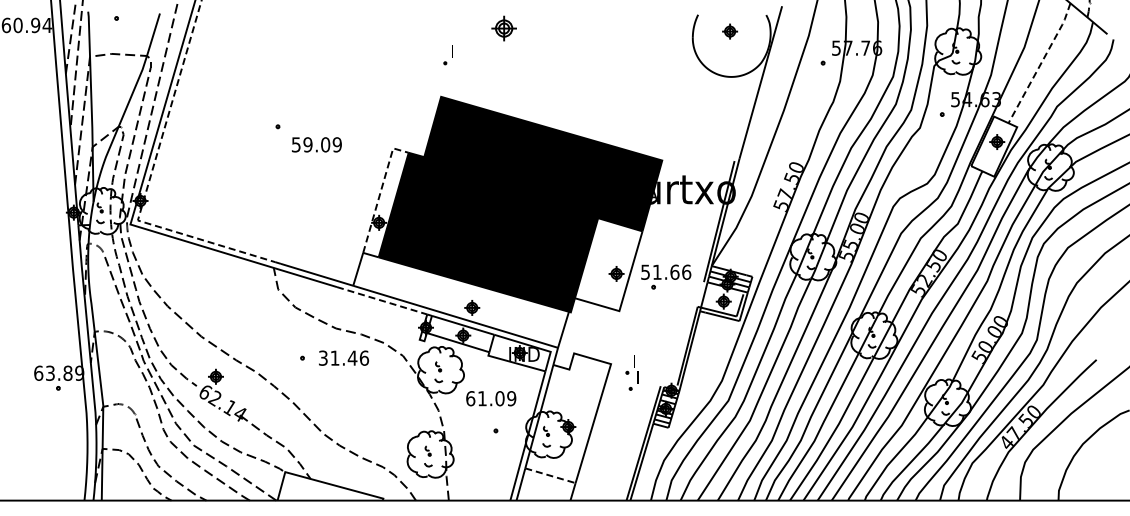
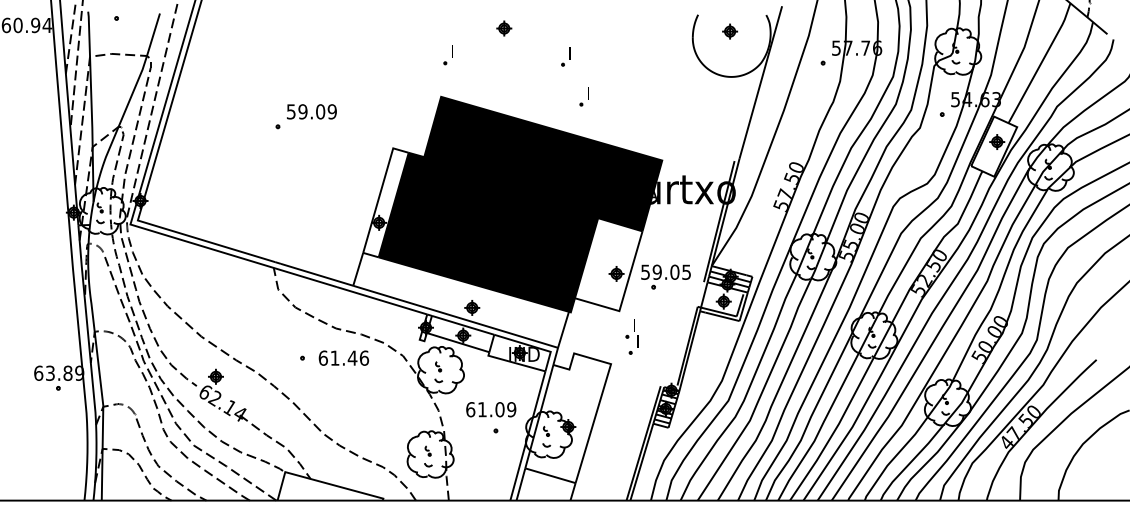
part at (503, 28) size: 26x27 px -> 17x17 px
part at (565, 56): none -> present
line at (1041, 63): dashed -> solid
part at (583, 96): none -> present
text at (316, 144) position: (316, 144) -> (311, 111)
line at (149, 180): dashed -> solid
line at (380, 191): dashed -> solid
text at (671, 271): 51.66 -> 59.05
line at (381, 300): dashed -> solid
text at (322, 357): 31.46 -> 61.46
part at (631, 372) position: (631, 372) -> (631, 336)
text at (491, 398) position: (491, 398) -> (491, 409)
line at (550, 475): dashed -> solid
